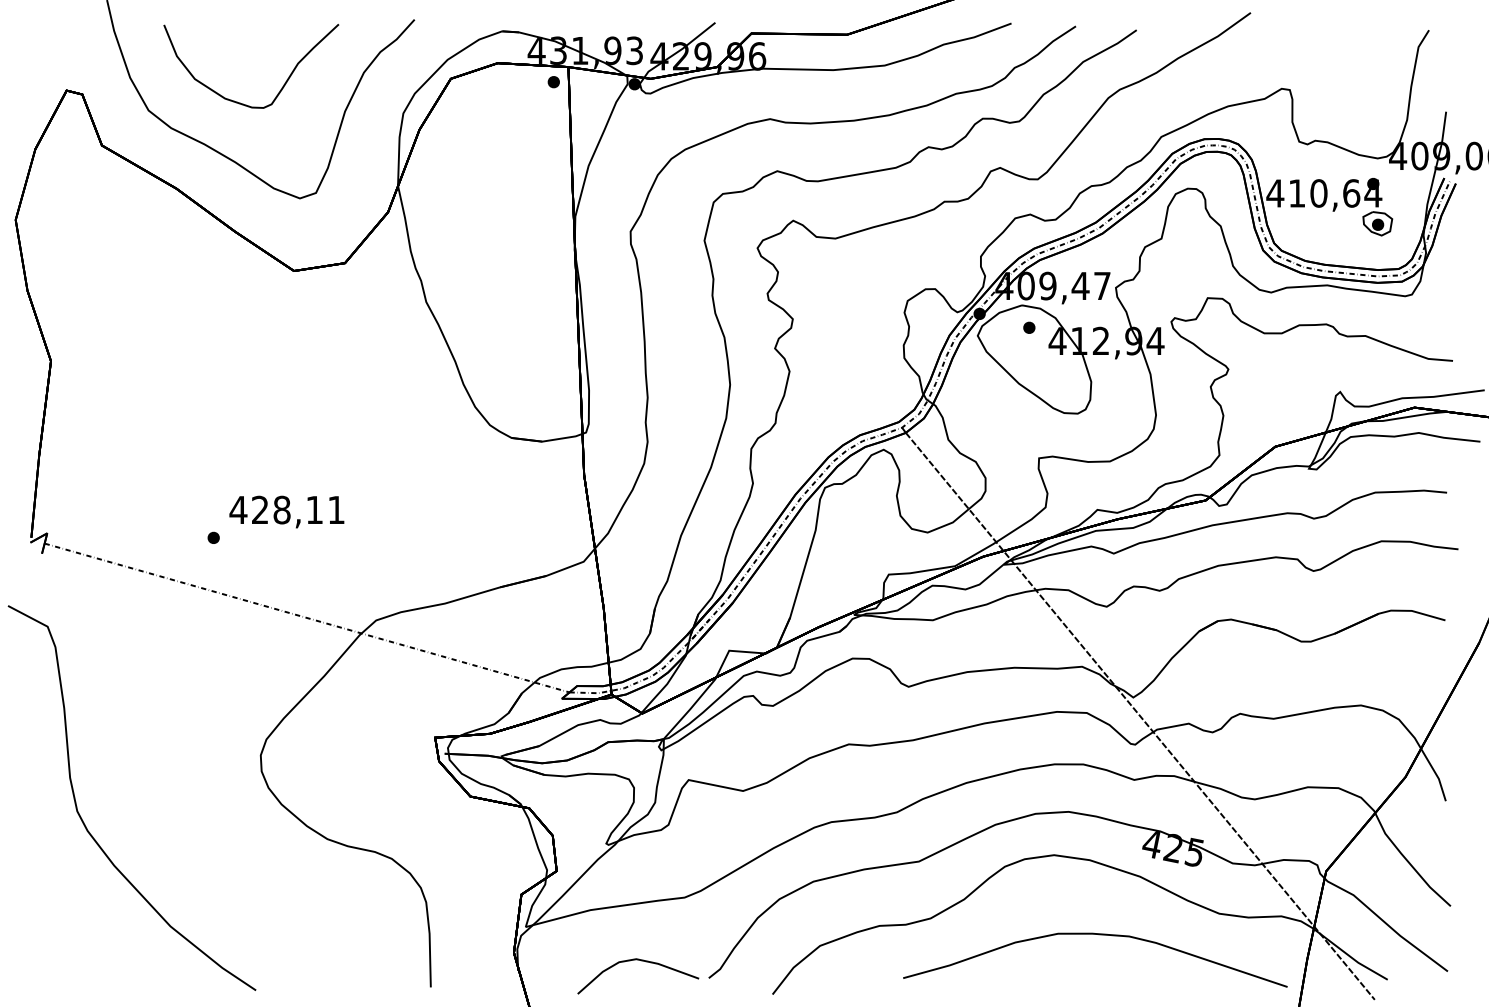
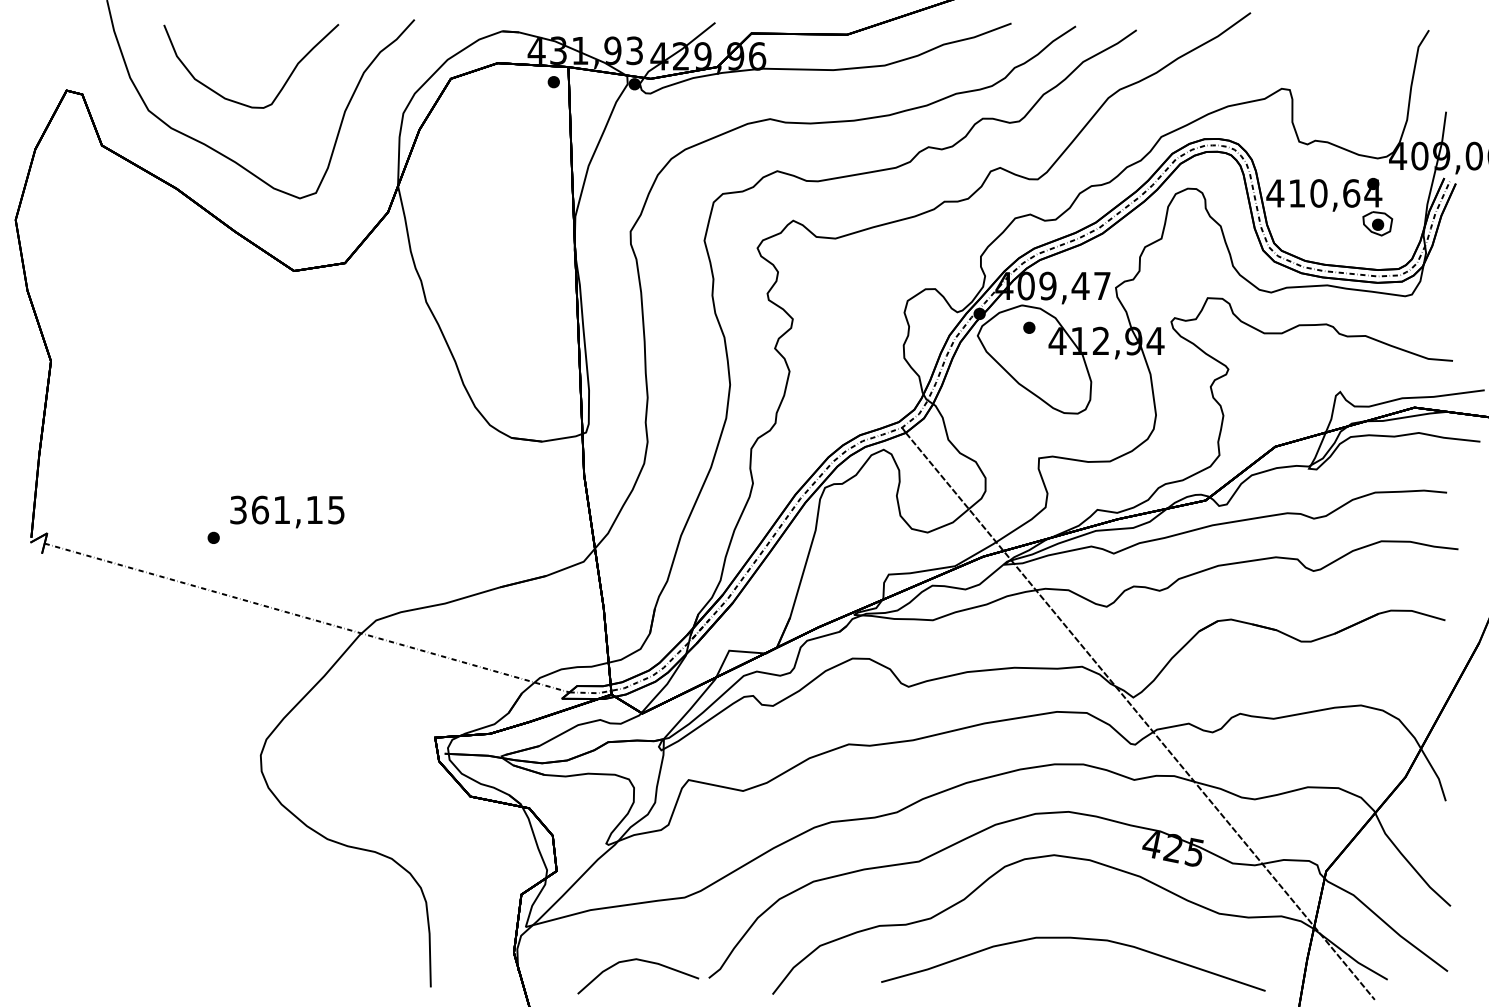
text at (286, 509): 428,11 -> 361,15
curve at (83, 820): present -> none
curve at (1098, 935) position: (1098, 935) -> (1076, 939)
